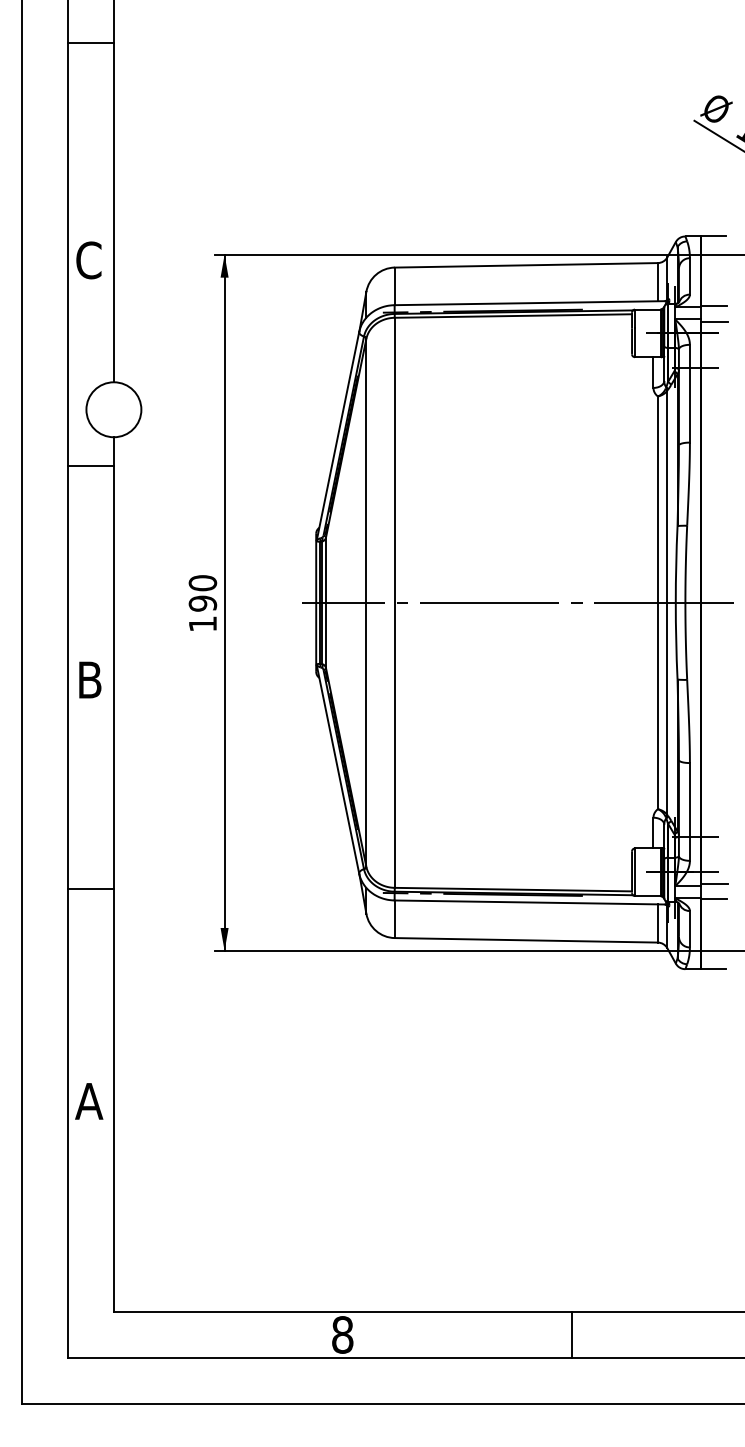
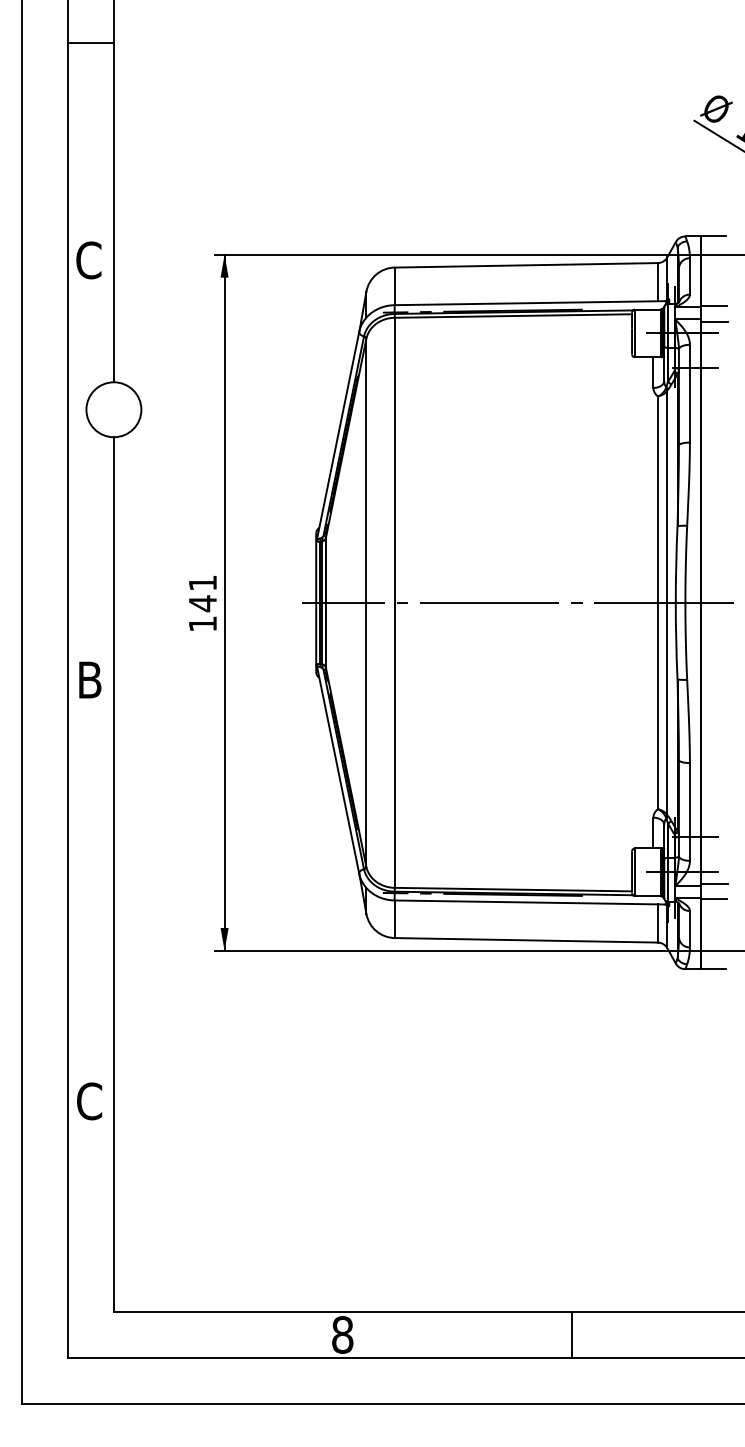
line at (90, 466): present -> none
text at (202, 593): 190 -> 141
line at (90, 889): present -> none
text at (89, 1101): A -> C
